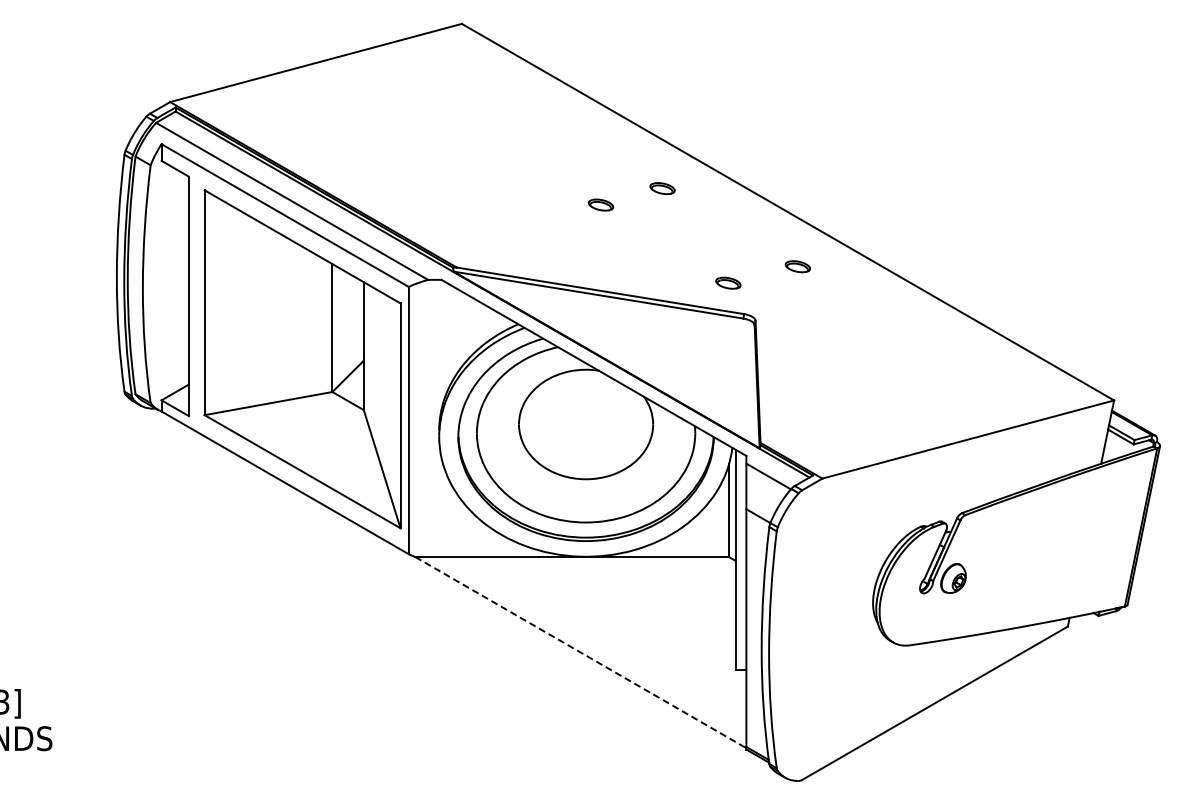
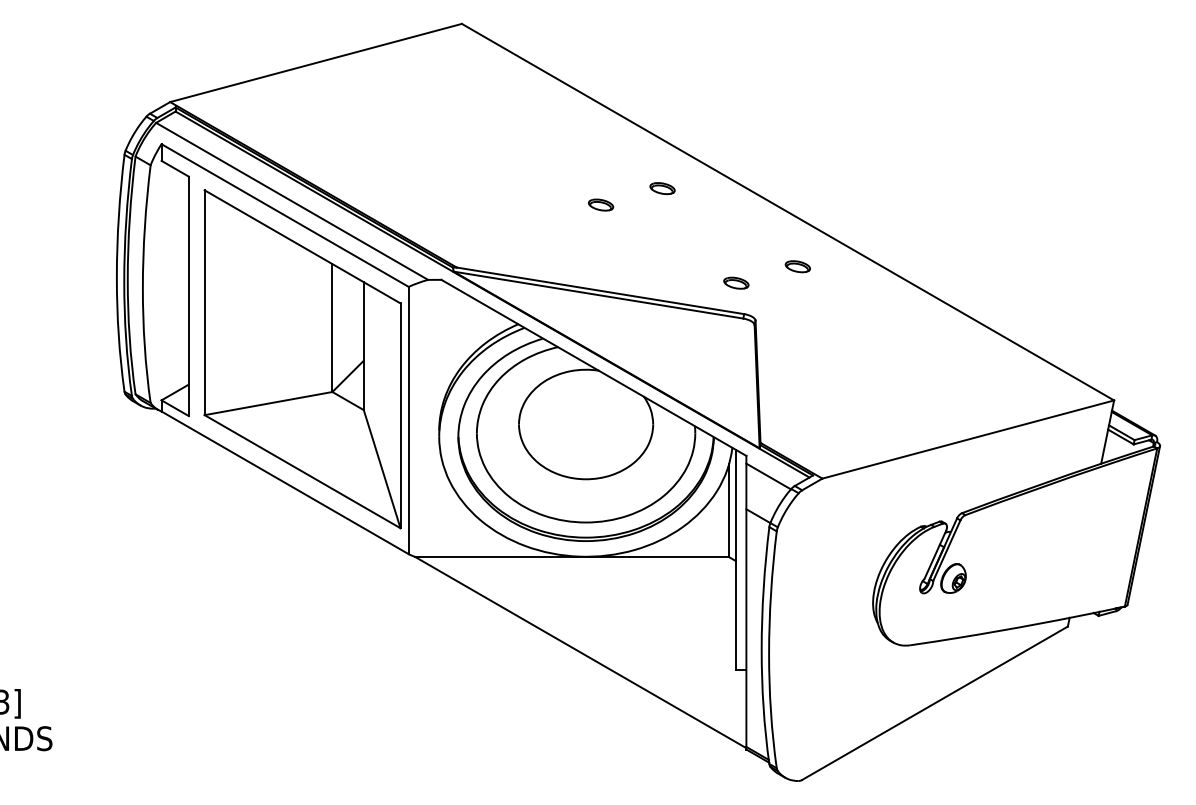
part at (728, 282) position: (728, 282) -> (736, 282)
line at (581, 652): dashed -> solid
